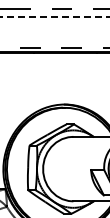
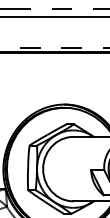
line at (54, 16): dashed -> solid
